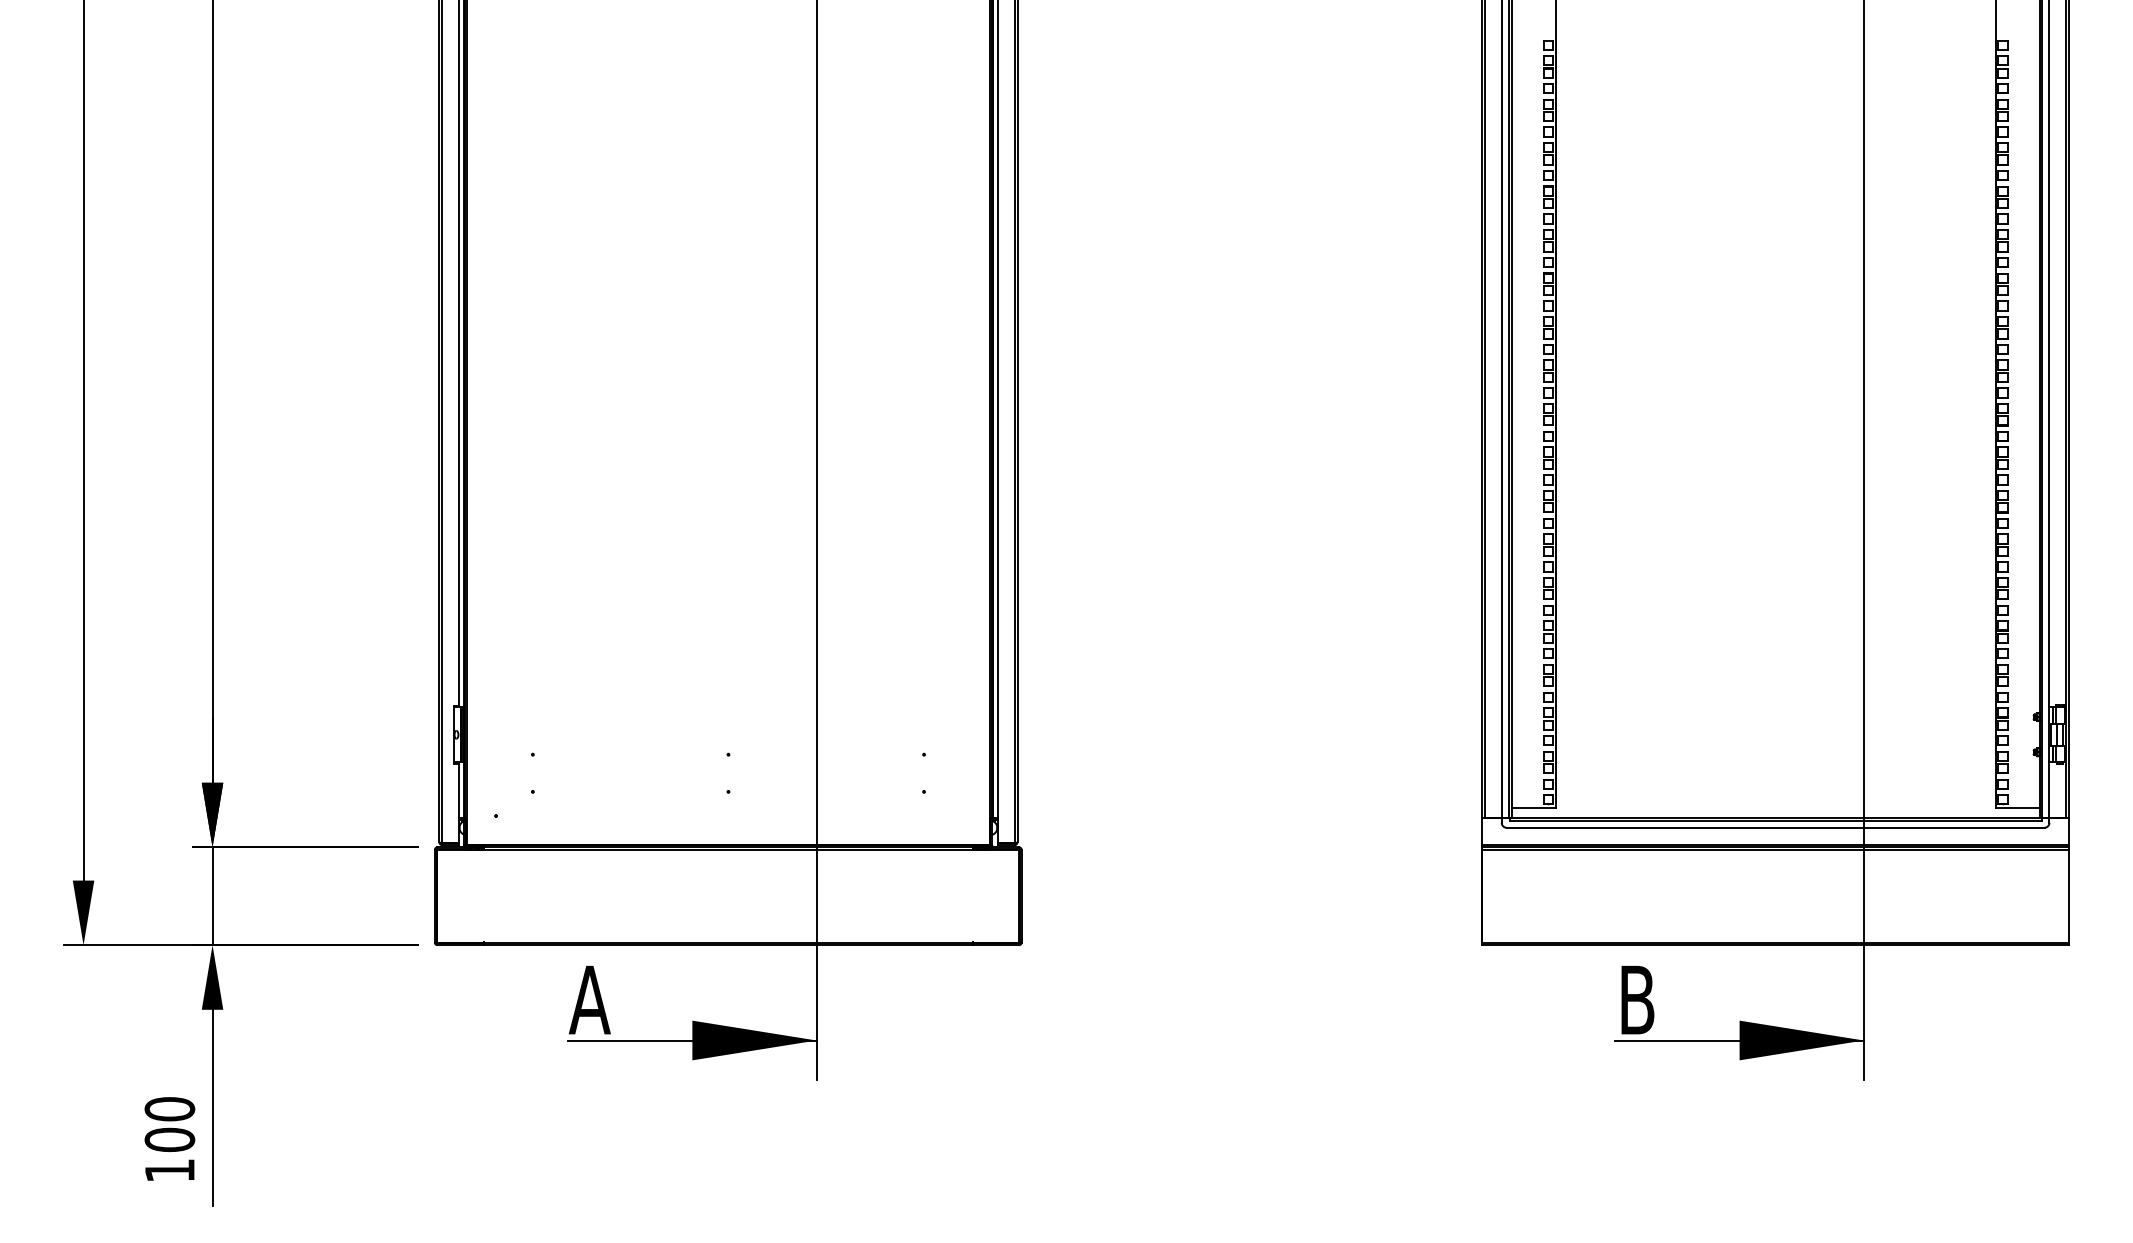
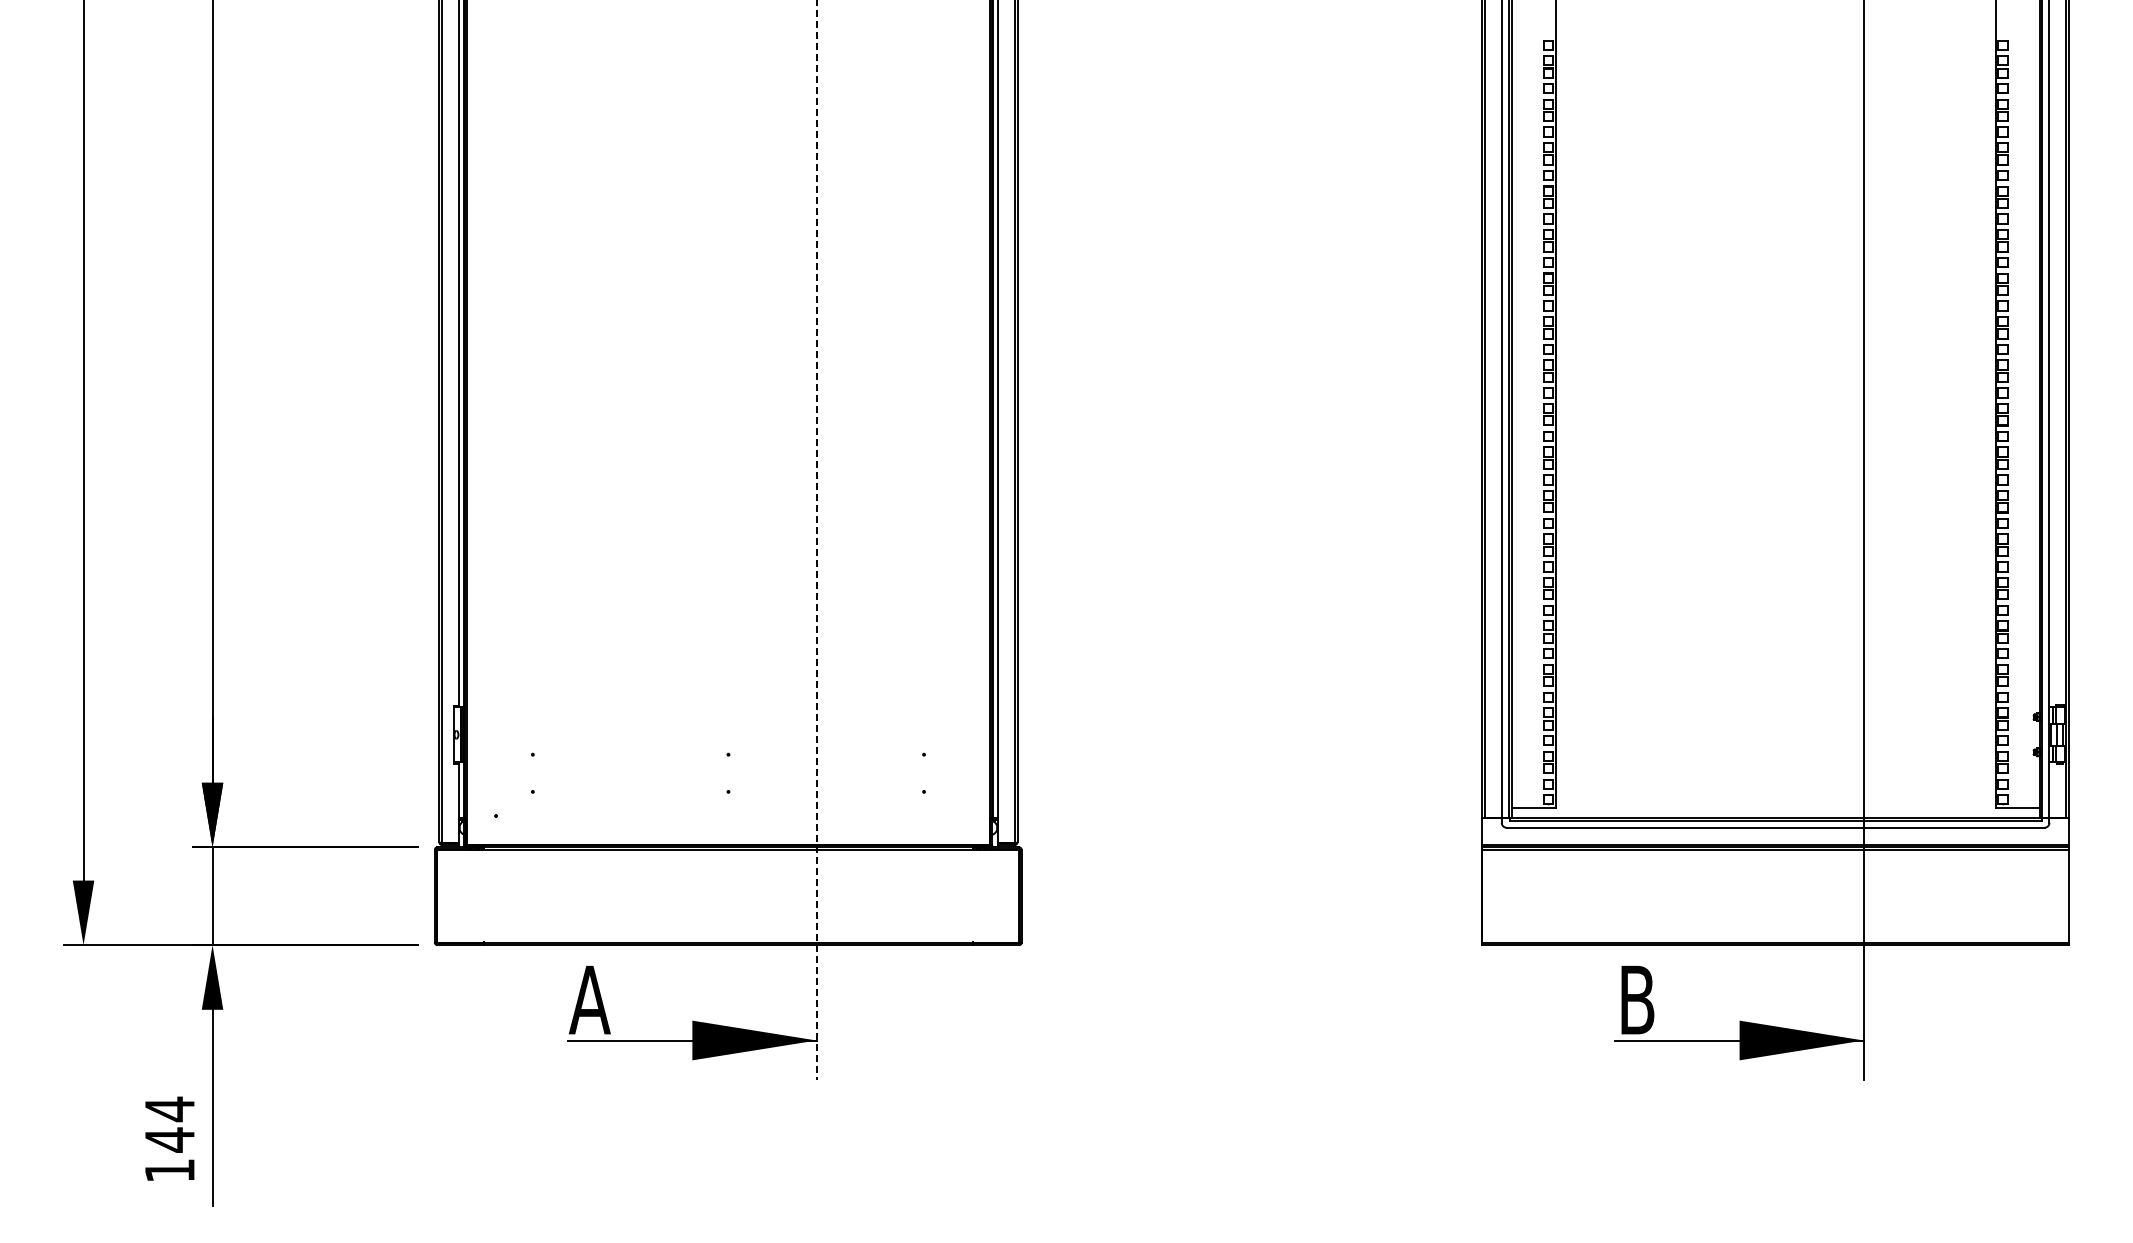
line at (816, 539): solid -> dashed
text at (169, 1124): 100 -> 144
